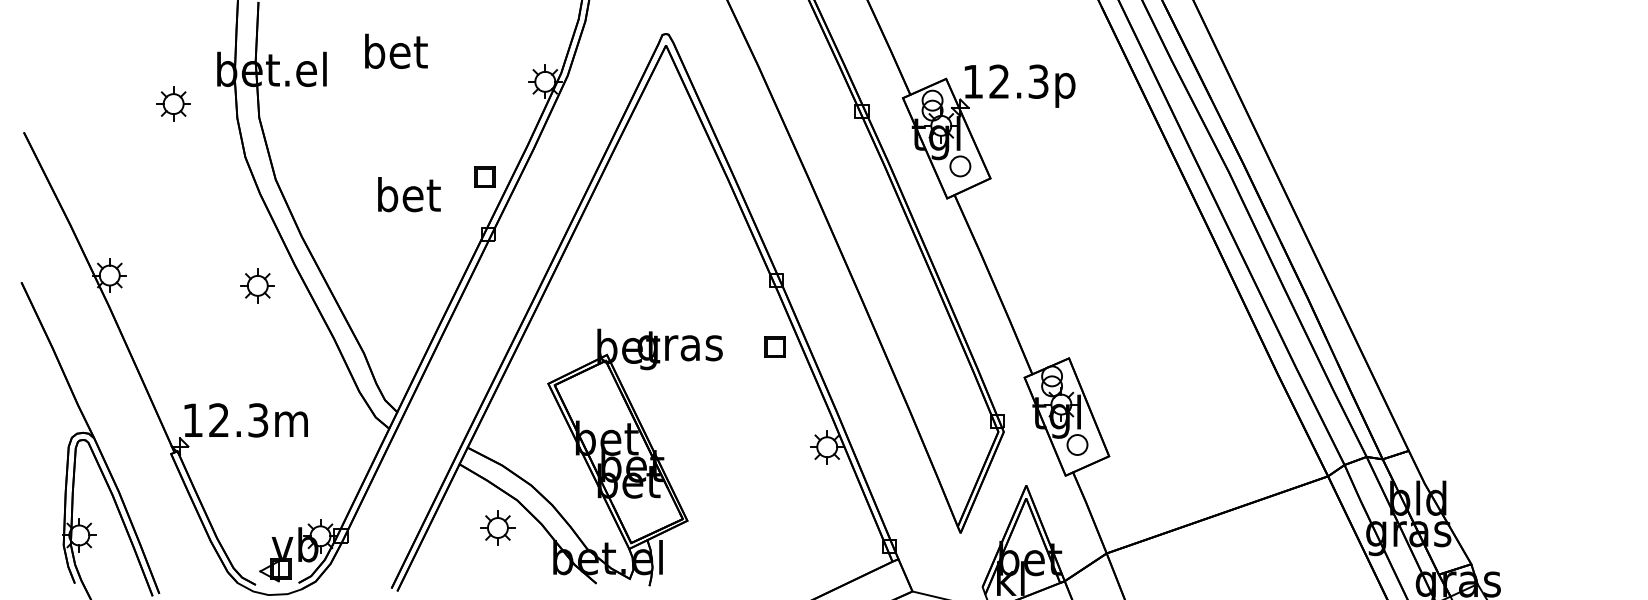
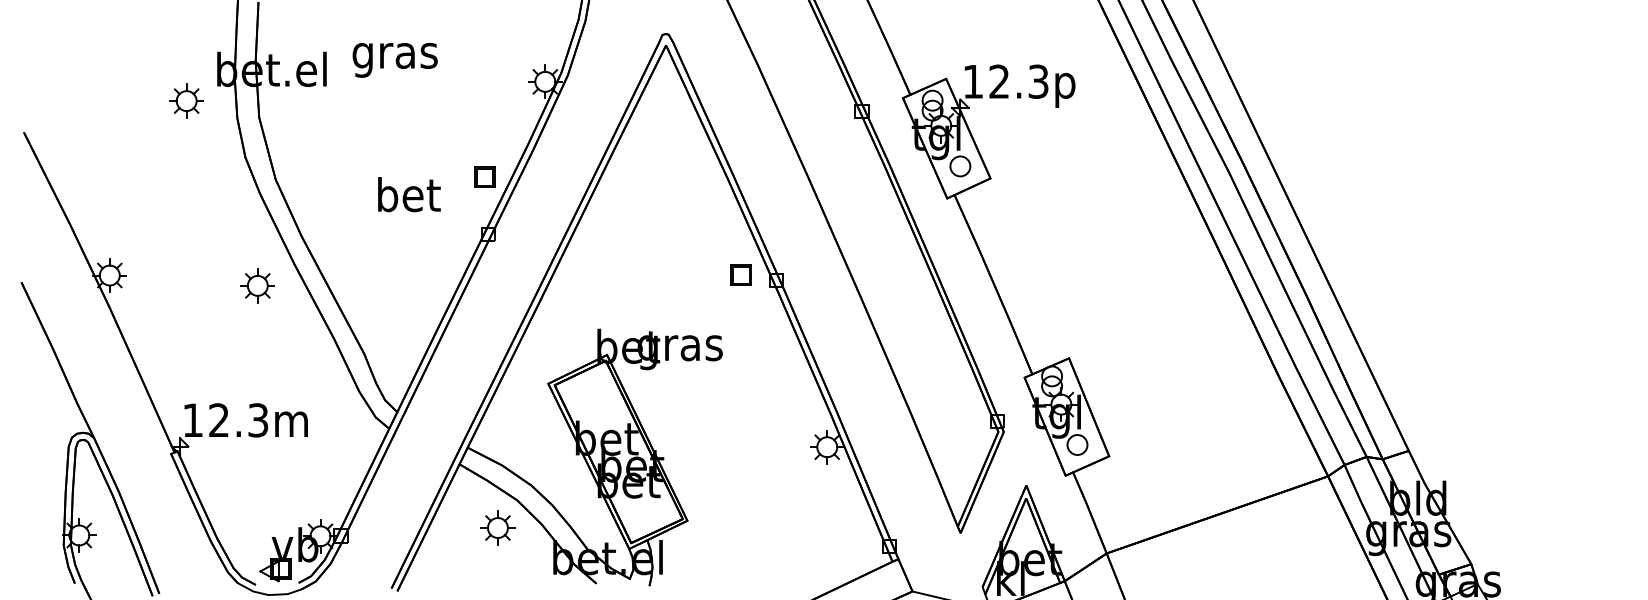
text at (394, 55): bet -> gras
part at (173, 103) position: (173, 103) -> (186, 100)
part at (774, 346) position: (774, 346) -> (740, 274)
